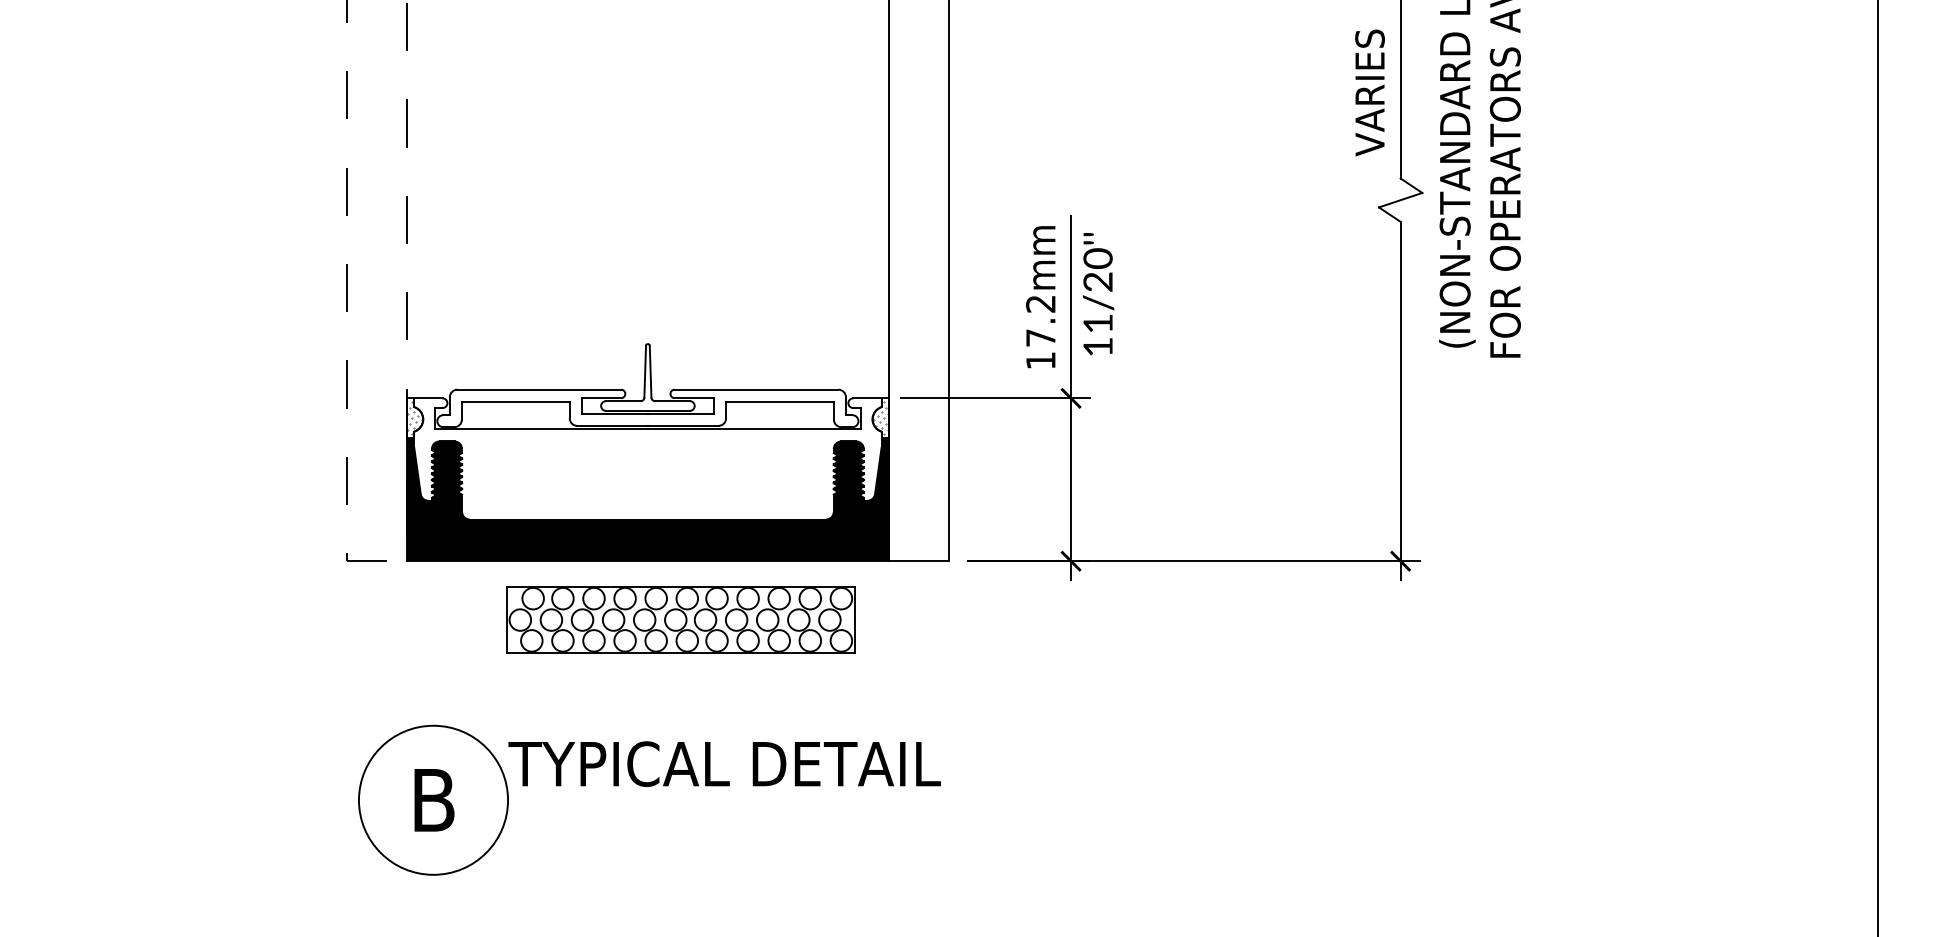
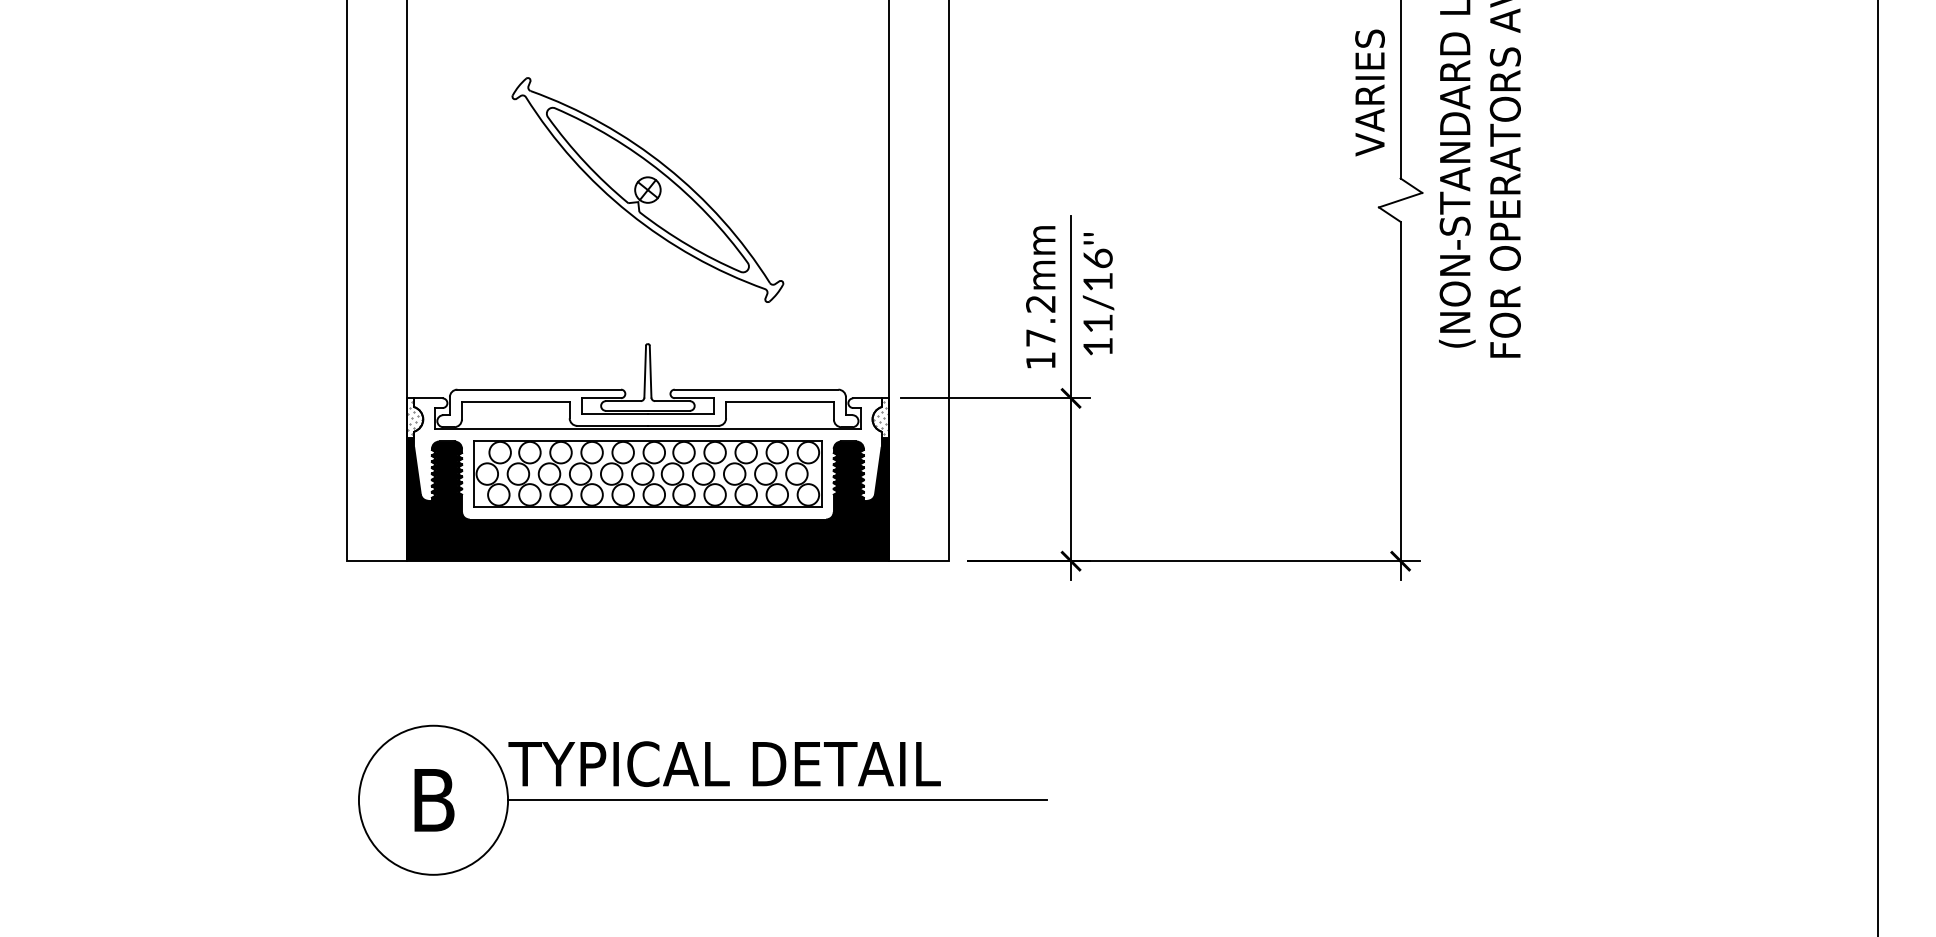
part at (647, 189): none -> present
text at (1097, 269): 11/20''\f] -> 11/16''\f]
line at (377, 561): dashed -> solid
part at (680, 619) position: (680, 619) -> (647, 473)
line at (777, 800): none -> present
